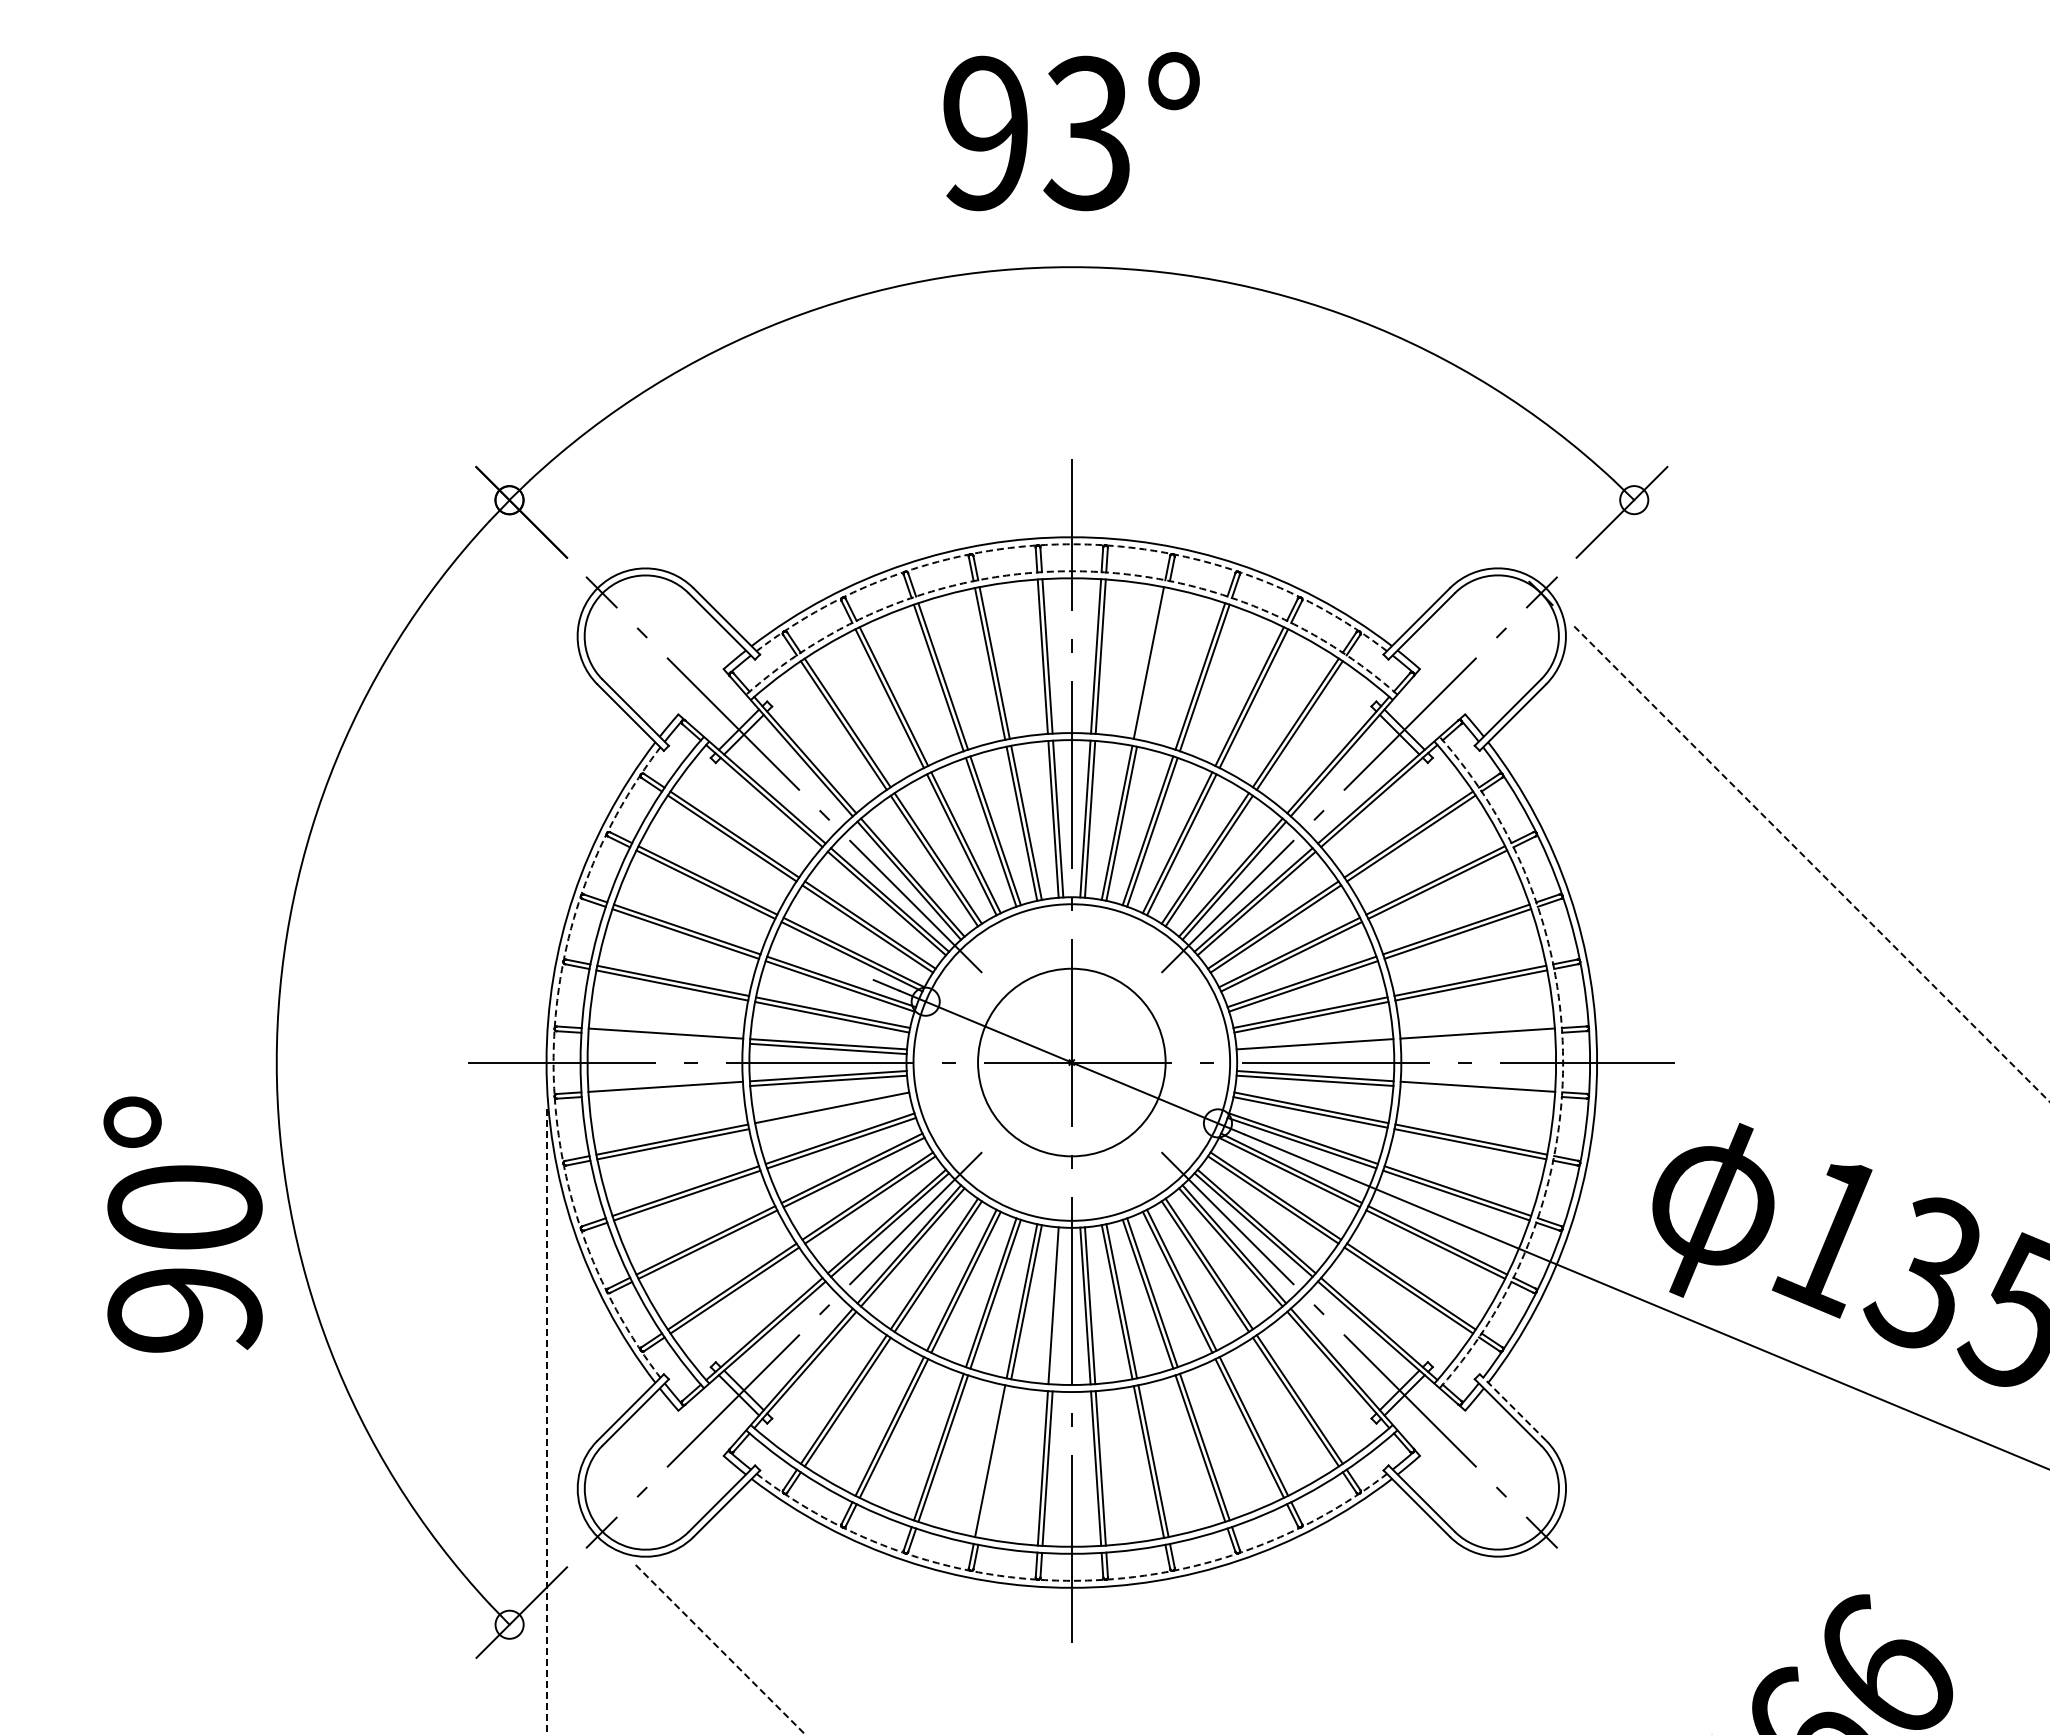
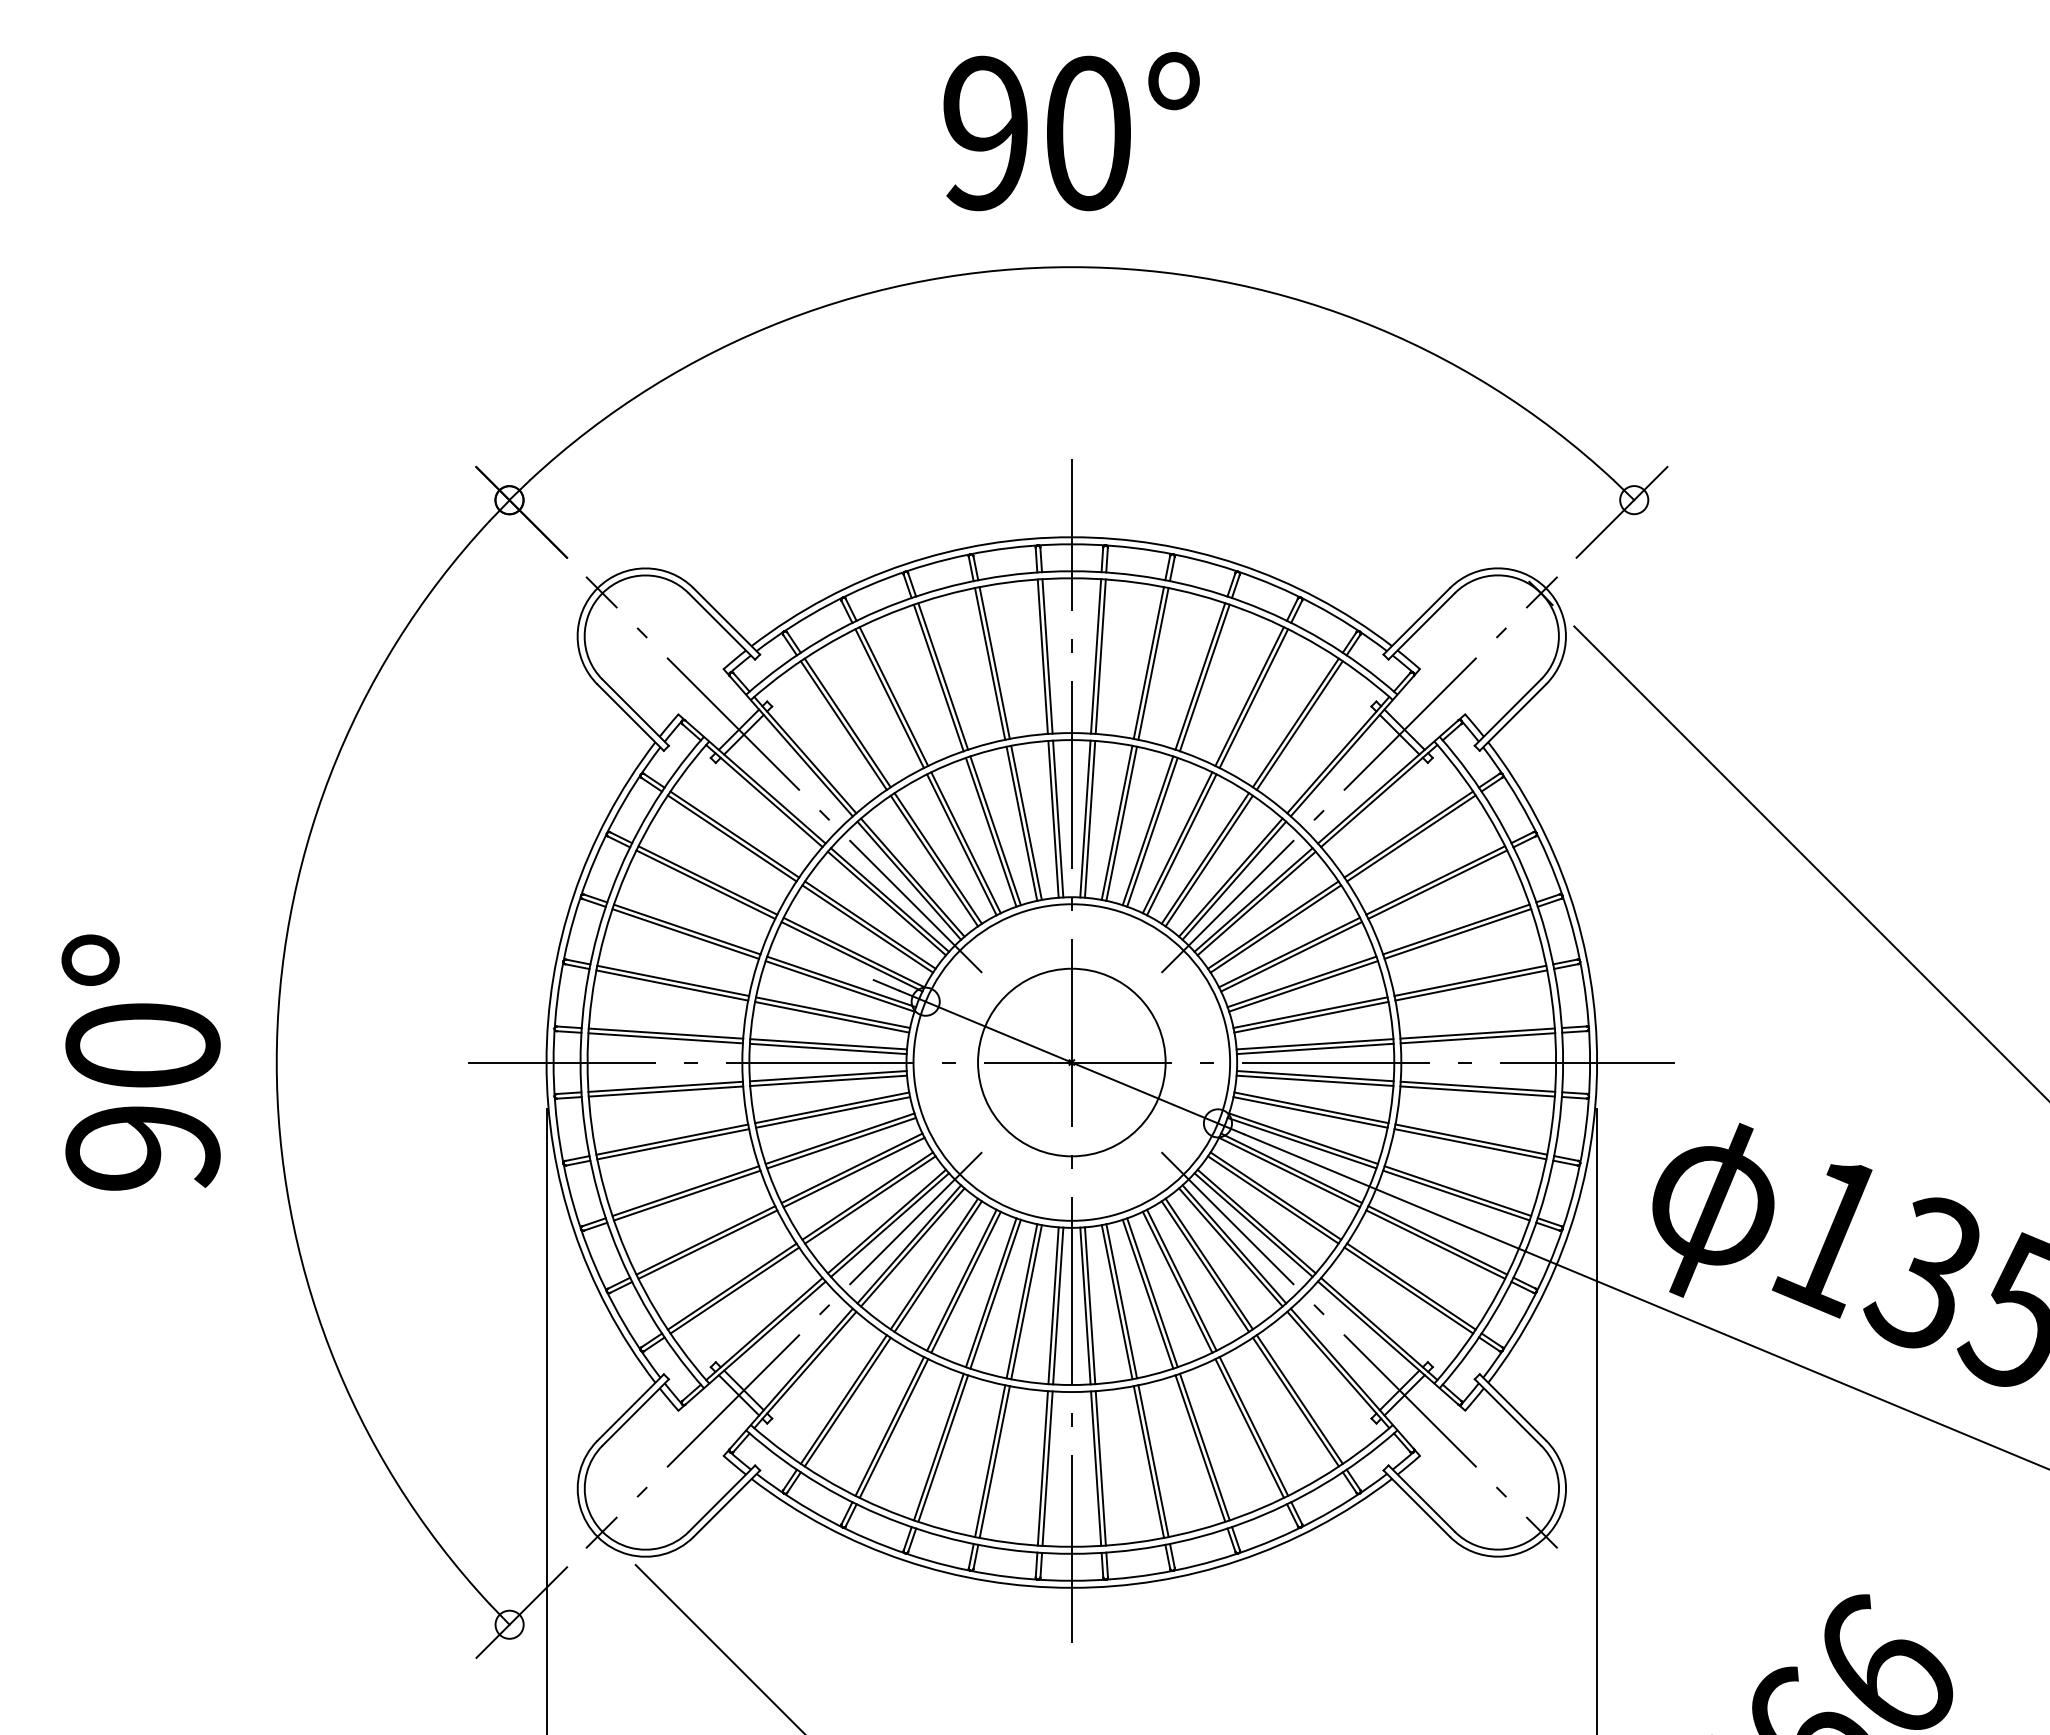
text at (1086, 133): 93° -> 90°
arc at (1071, 544): dashed -> solid
arc at (1071, 571): dashed -> solid
line at (1153, 663): none -> present
line at (1812, 864): dashed -> solid
line at (665, 1038): none -> present
line at (1477, 1038): none -> present
line at (1314, 1048): none -> present
arc at (553, 1062): dashed -> solid
arc at (1563, 1062): dashed -> solid
line at (665, 1091): none -> present
line at (1477, 1091): none -> present
line at (833, 1112): none -> present
text at (182, 1224) position: (182, 1224) -> (140, 1062)
line at (1058, 1305): none -> present
line at (1512, 1407): dashed -> solid
line at (1597, 1420): none -> present
line at (546, 1422): dashed -> solid
line at (994, 1461): none -> present
arc at (1071, 1580): dashed -> solid
line at (720, 1649): dashed -> solid
